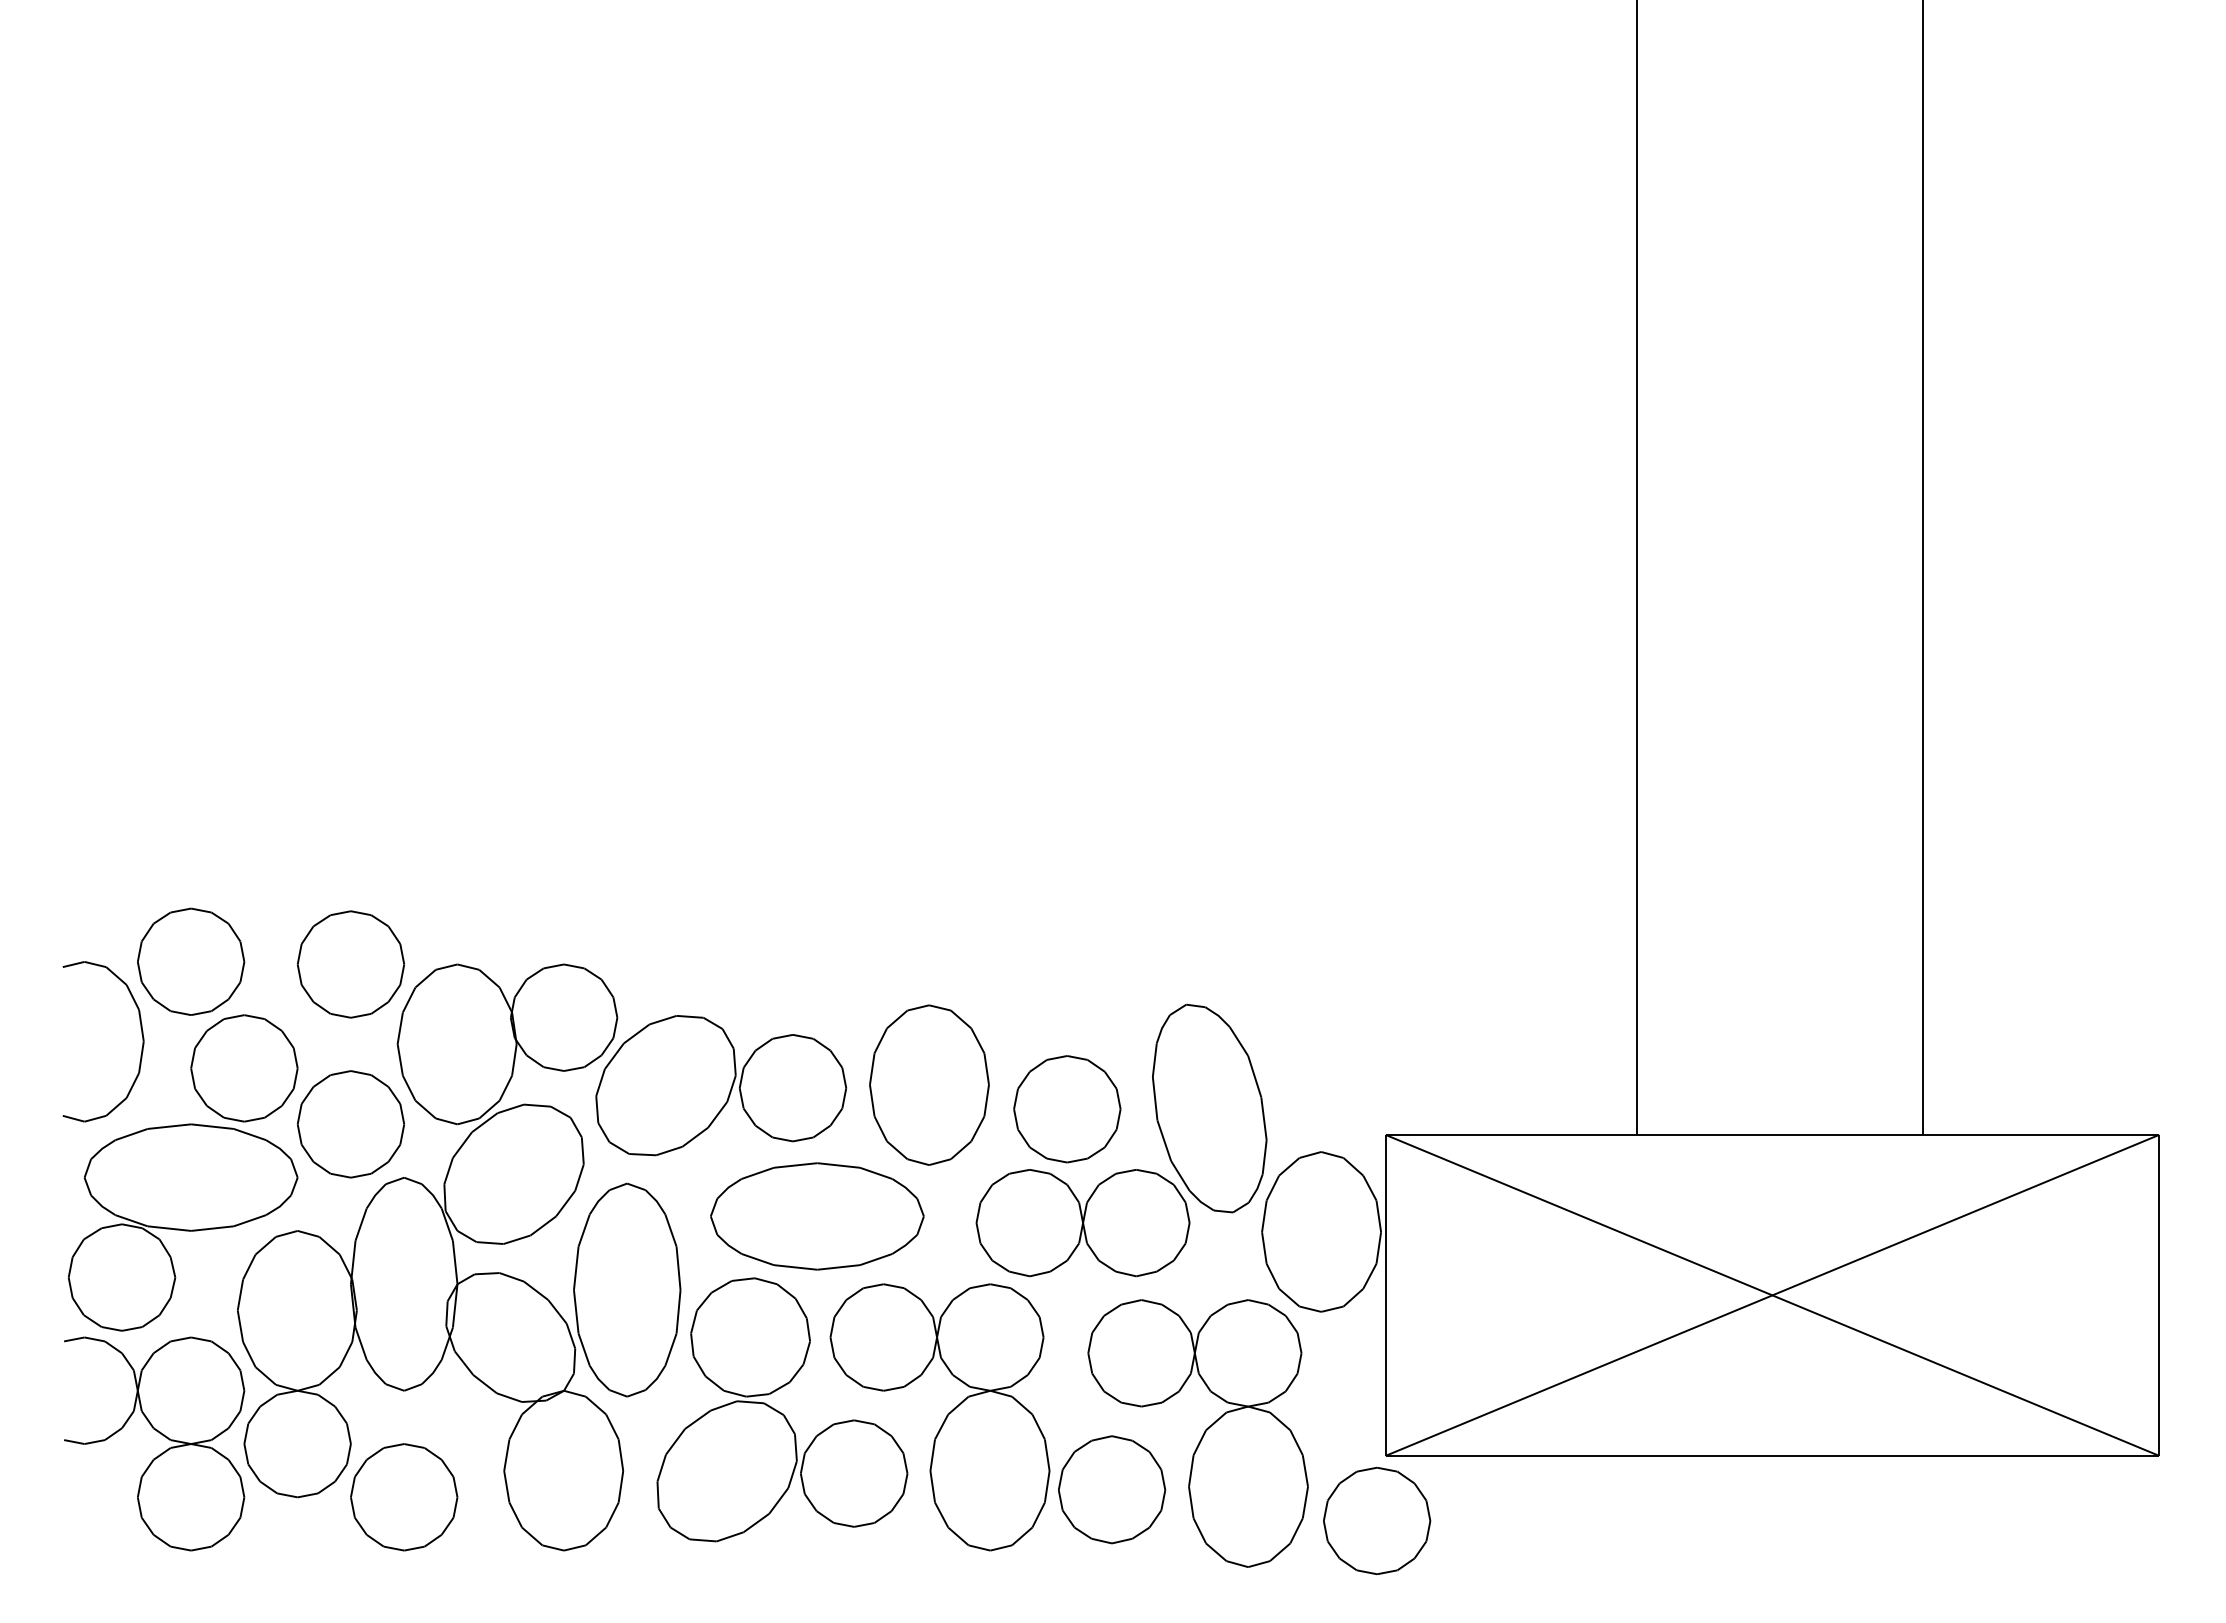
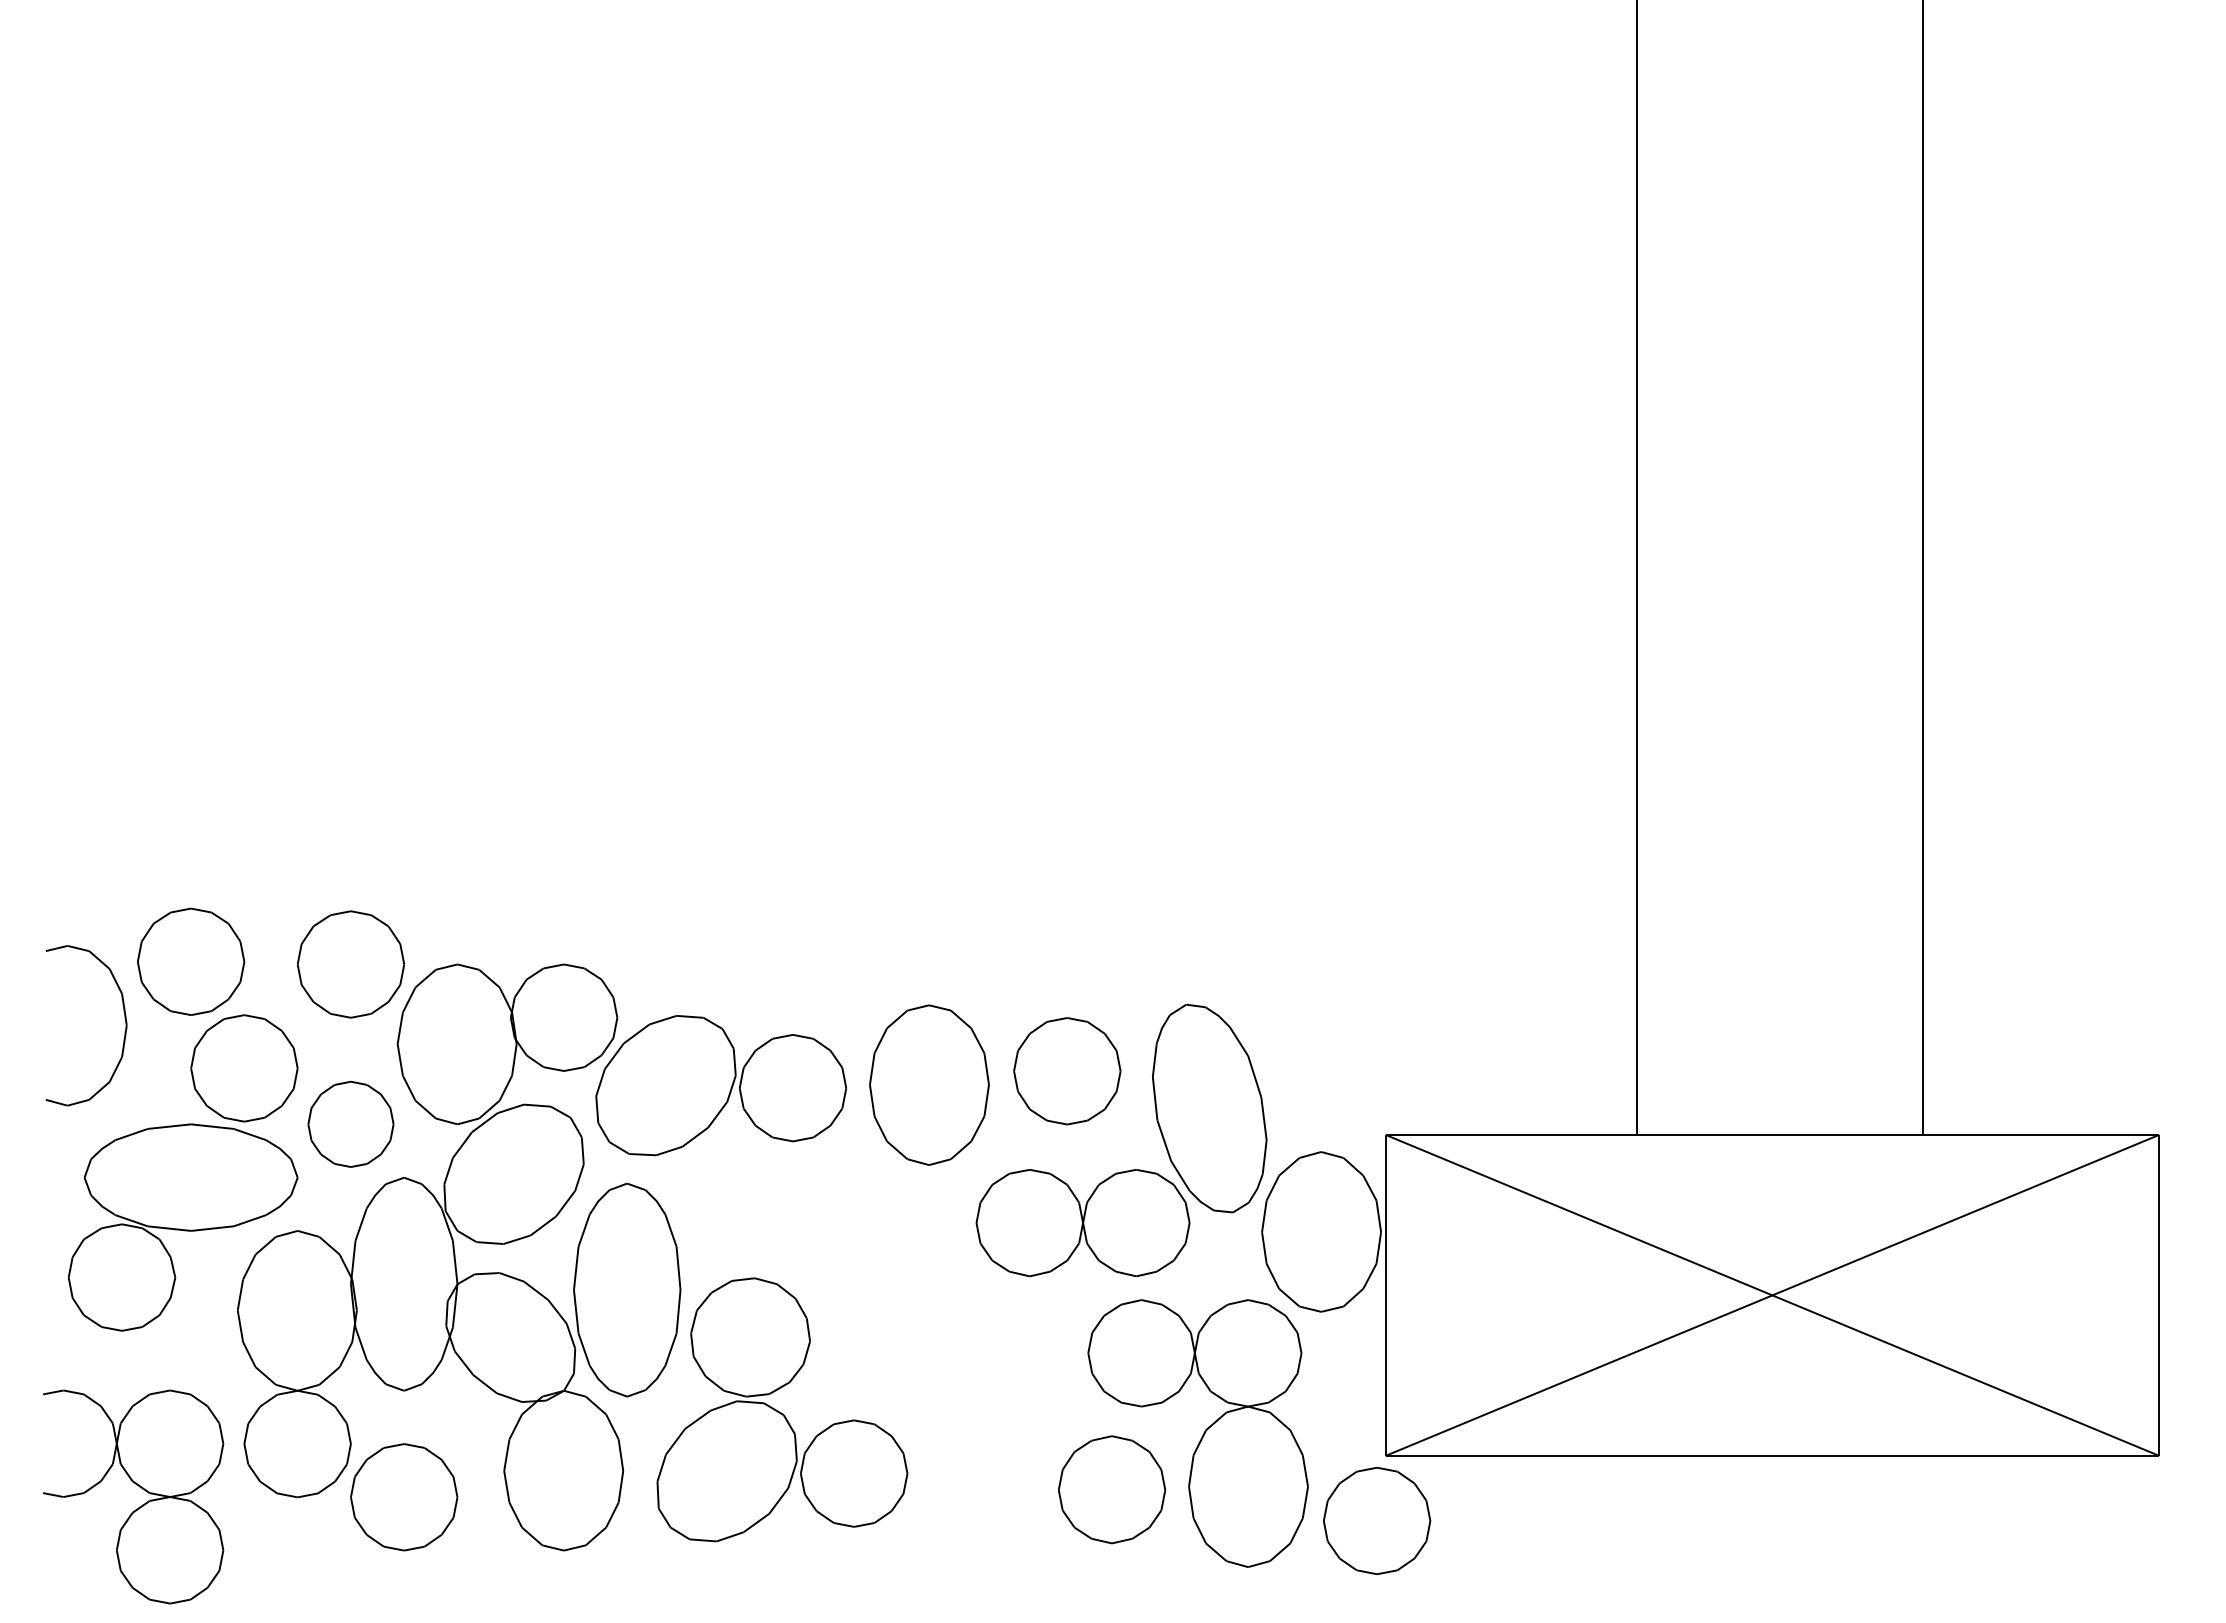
part at (141, 1034) position: (141, 1034) -> (124, 1018)
part at (1067, 1109) position: (1067, 1109) -> (1067, 1071)
part at (350, 1124) size: 110x109 px -> 88x88 px
part at (817, 1216): present -> none
part at (939, 1417): present -> none
part at (160, 1434) position: (160, 1434) -> (139, 1487)
